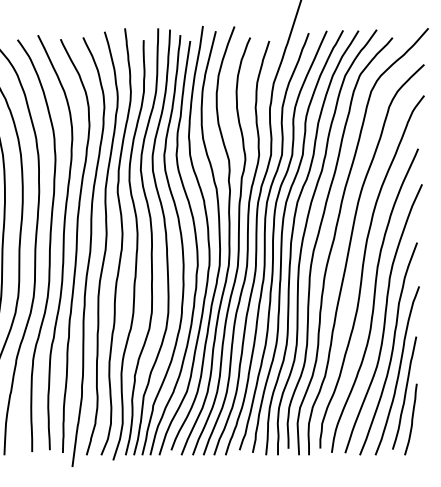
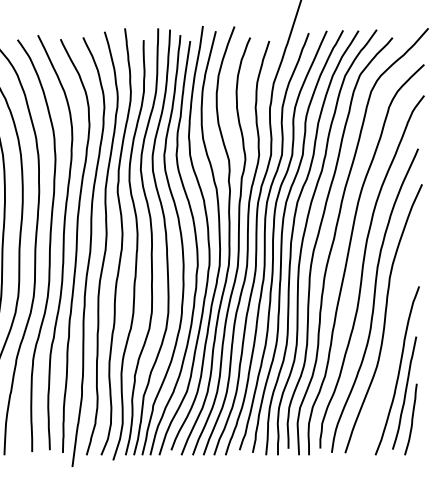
curve at (391, 349): present -> none
